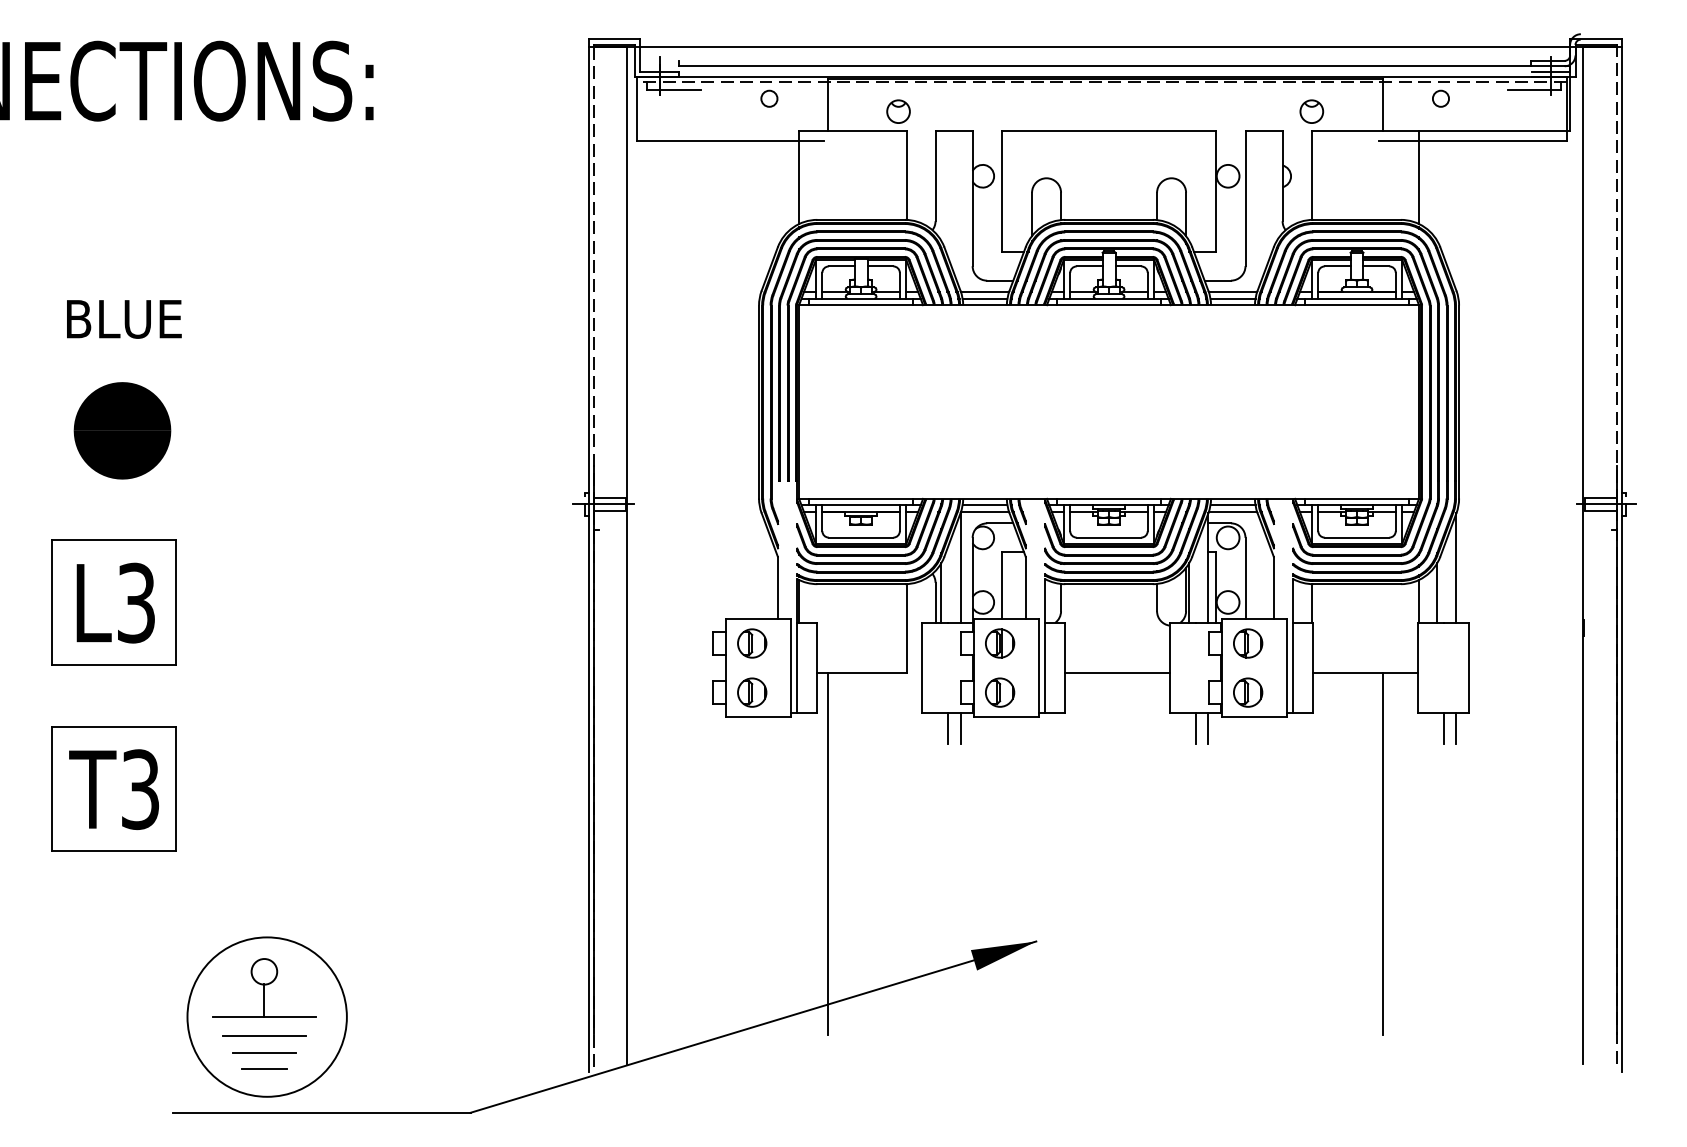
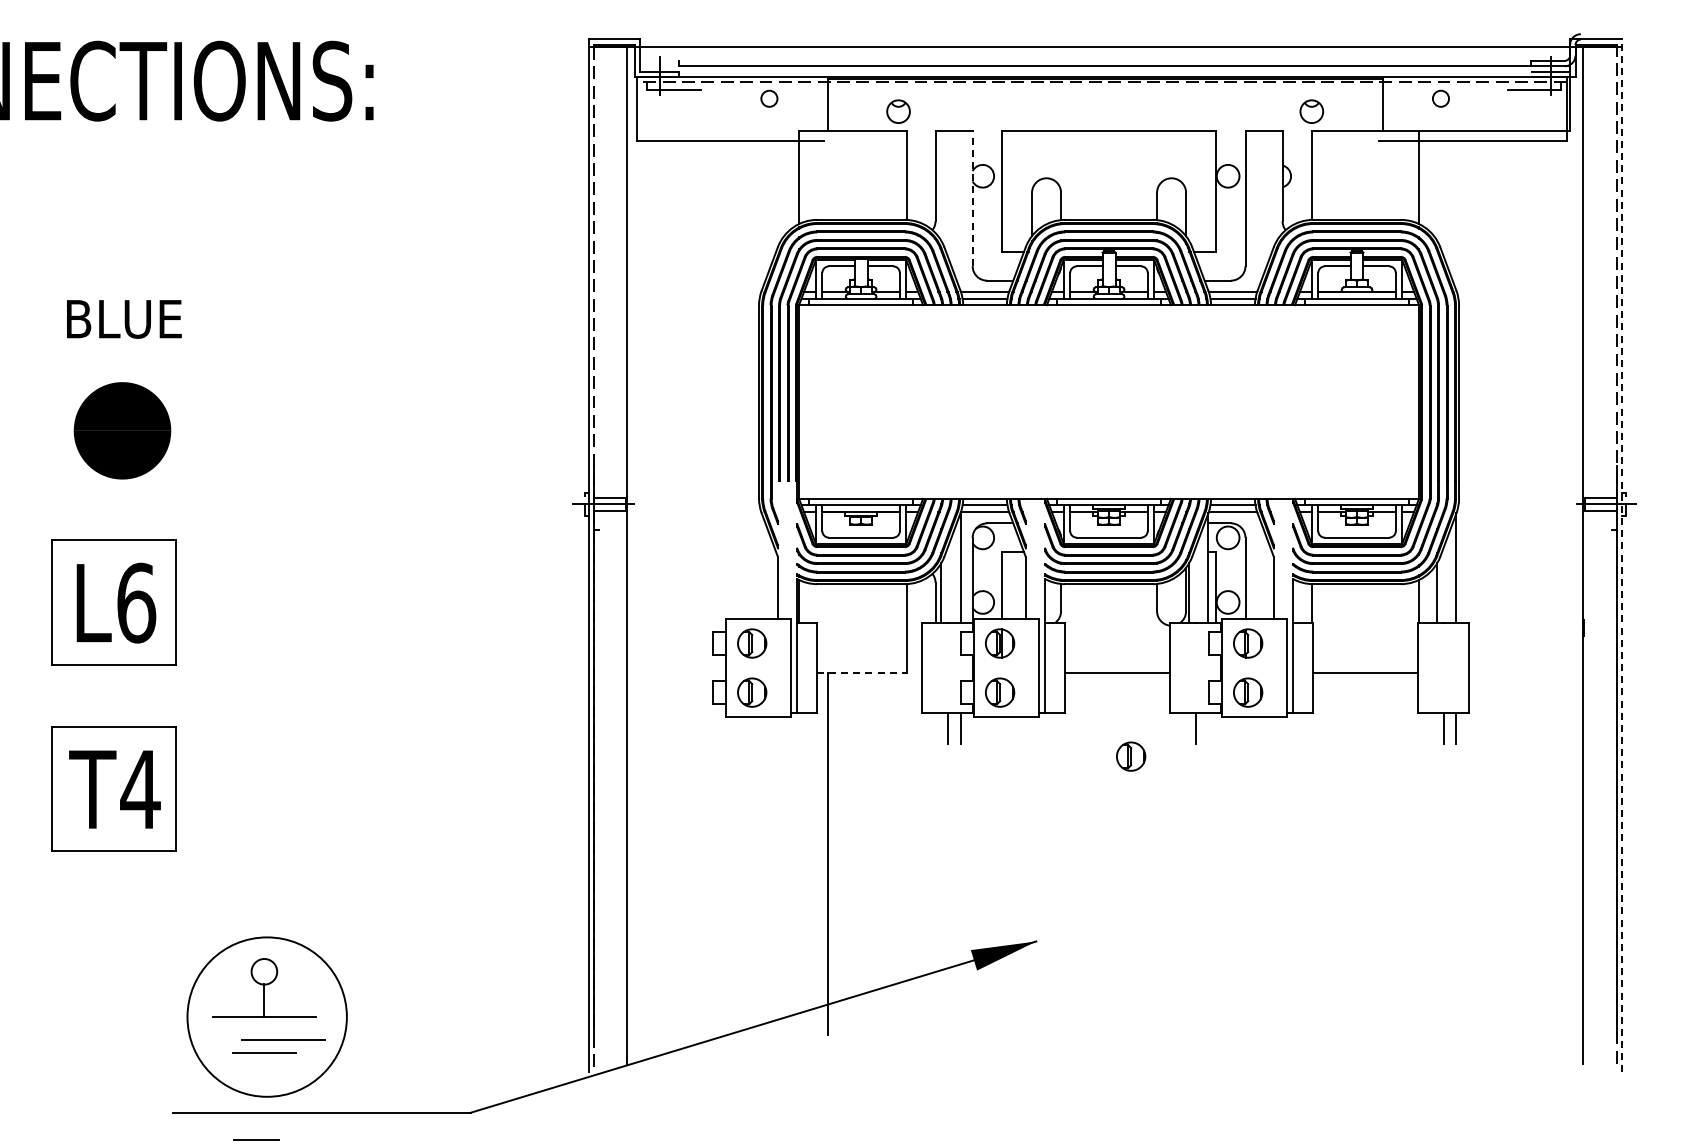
line at (972, 198): solid -> dashed
line at (1622, 555): solid -> dashed
text at (136, 602): L3 -> L6
line at (861, 673): solid -> dashed
line at (1208, 728): present -> none
part at (1131, 756): none -> present
text at (140, 789): T3 -> T4
line at (1382, 853): present -> none
line at (264, 1035) position: (264, 1035) -> (283, 1039)
line at (264, 1068) position: (264, 1068) -> (256, 1139)
